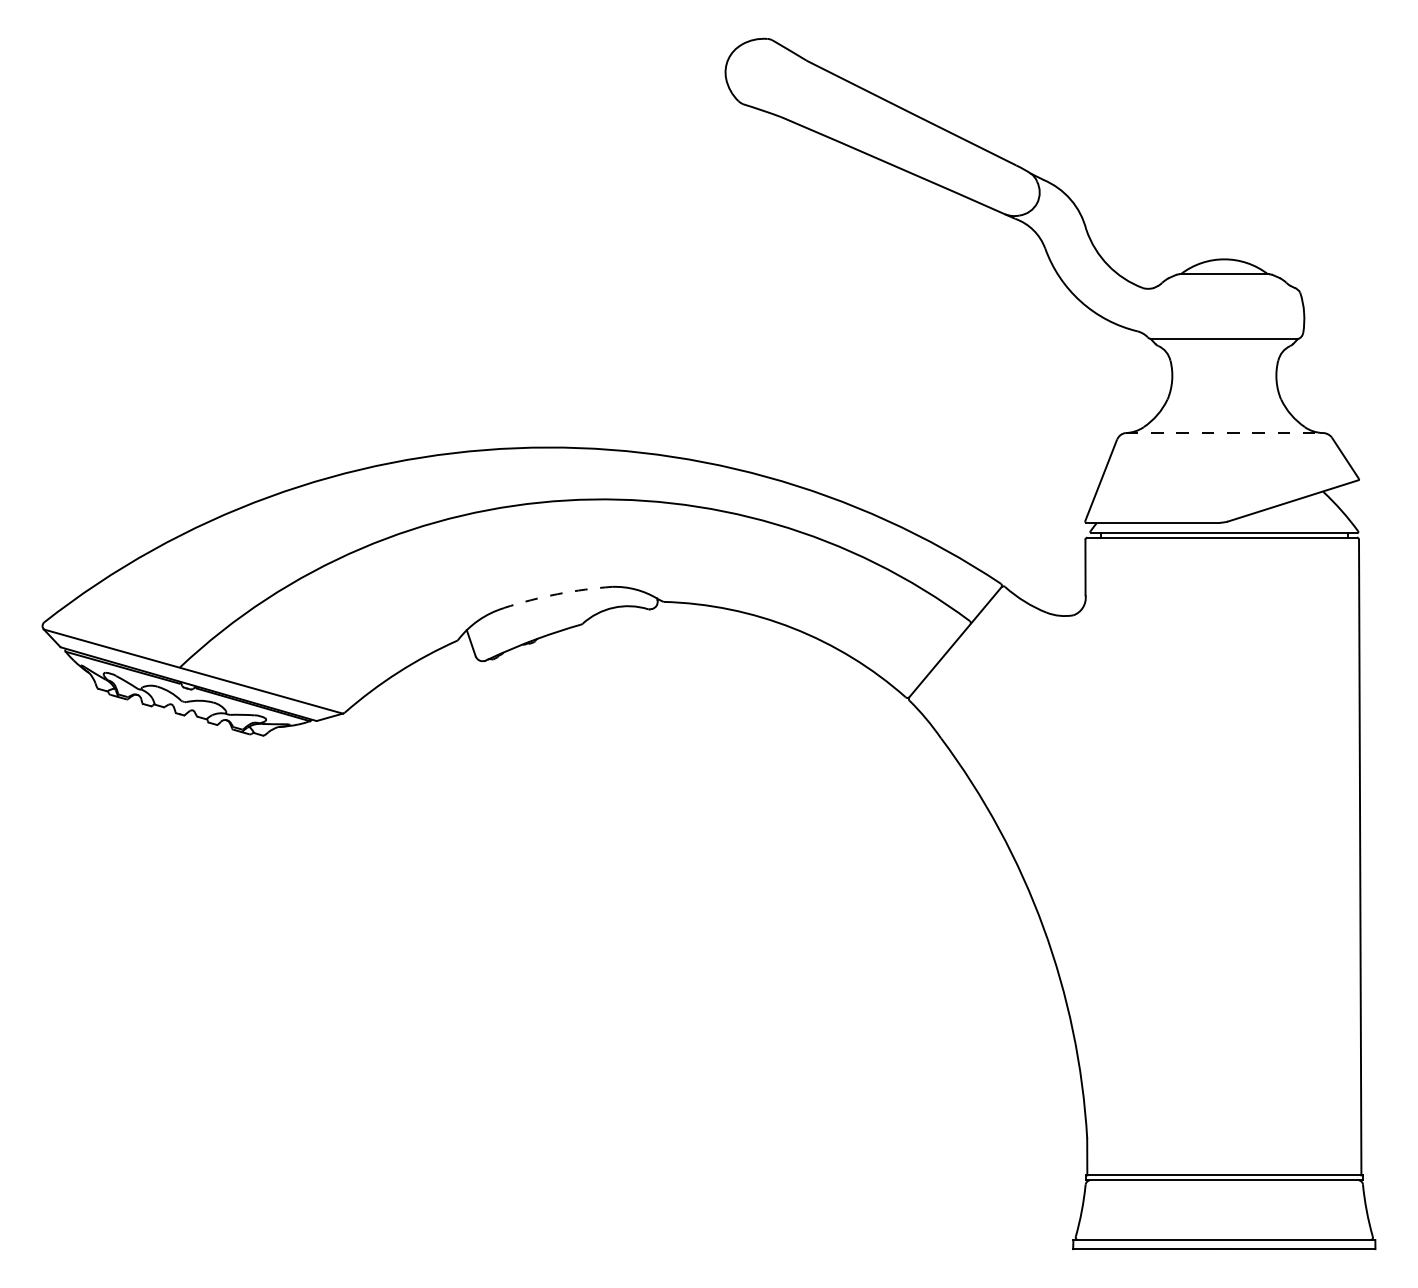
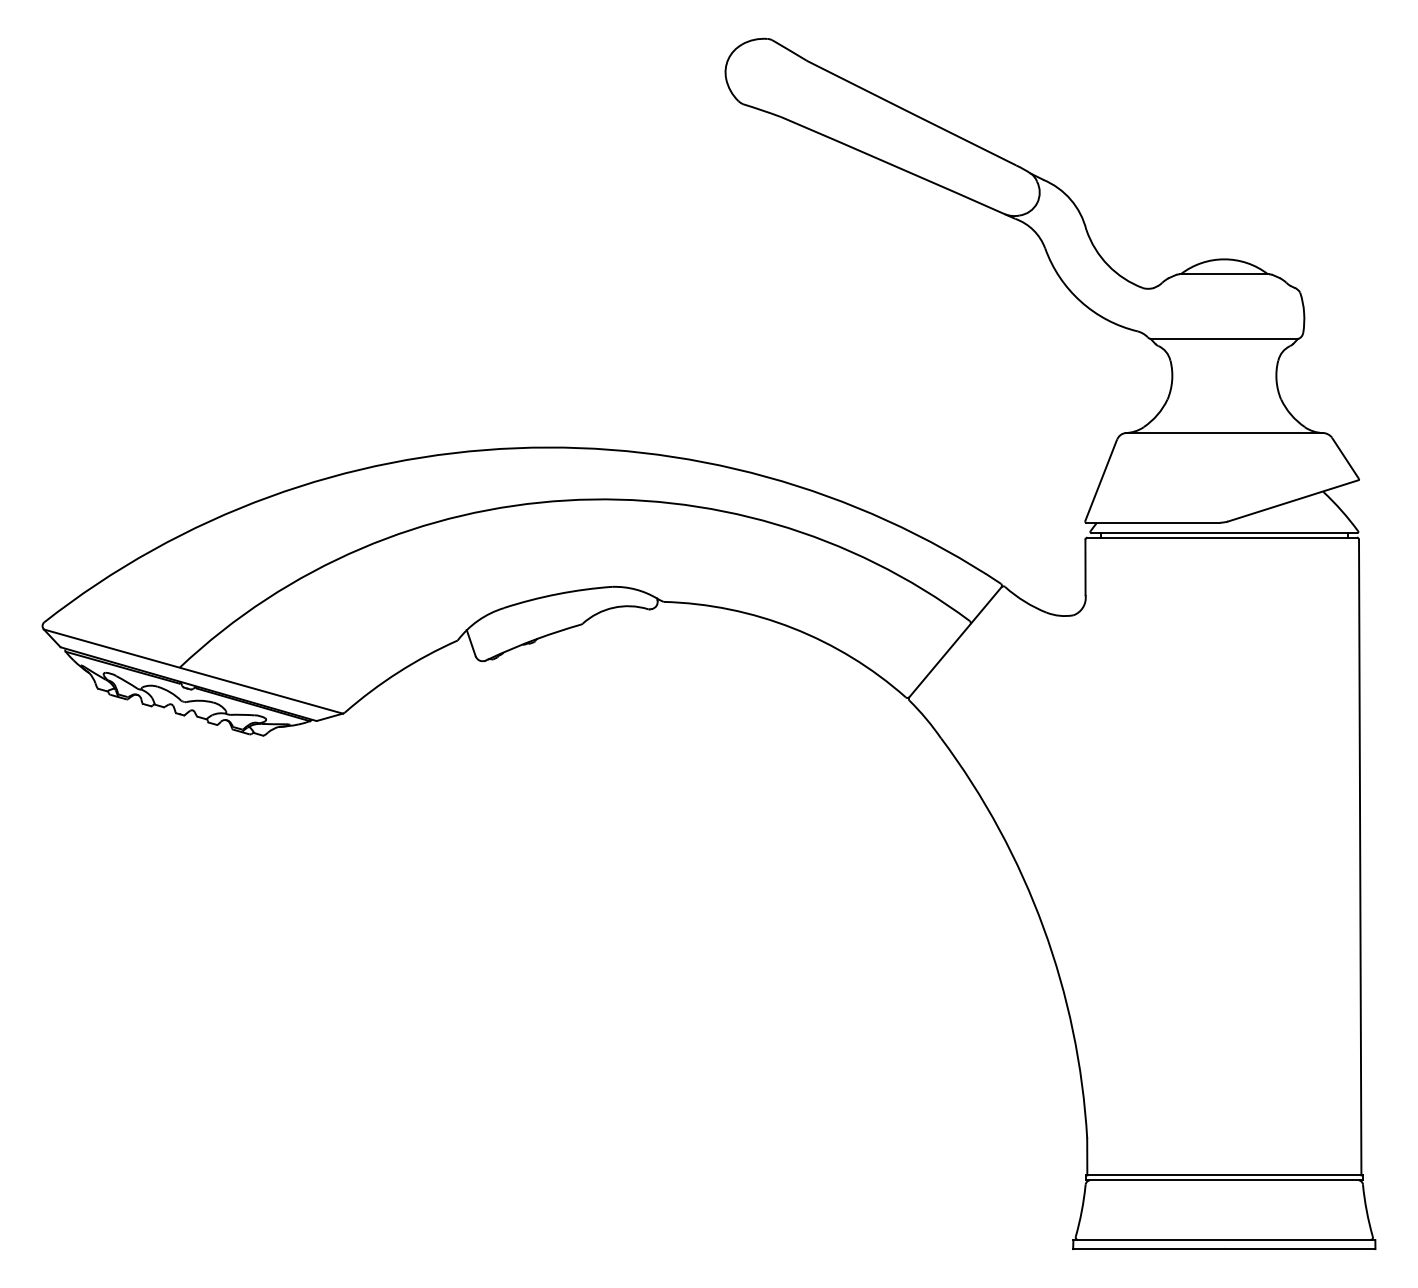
line at (1224, 432): dashed -> solid
arc at (557, 594): dashed -> solid
